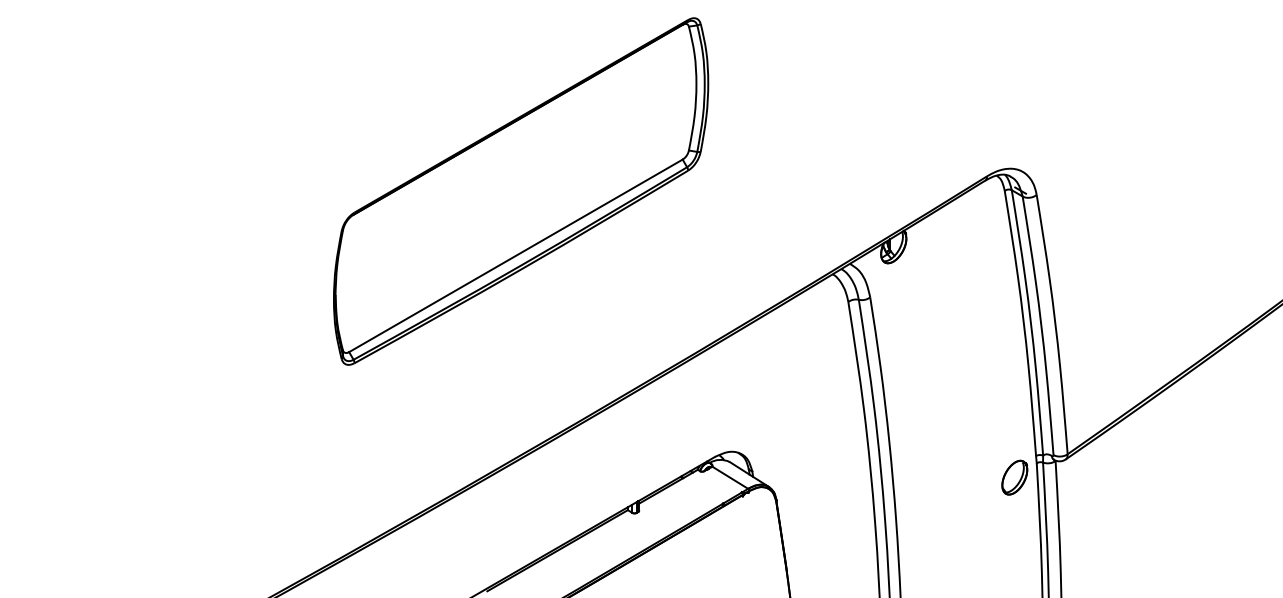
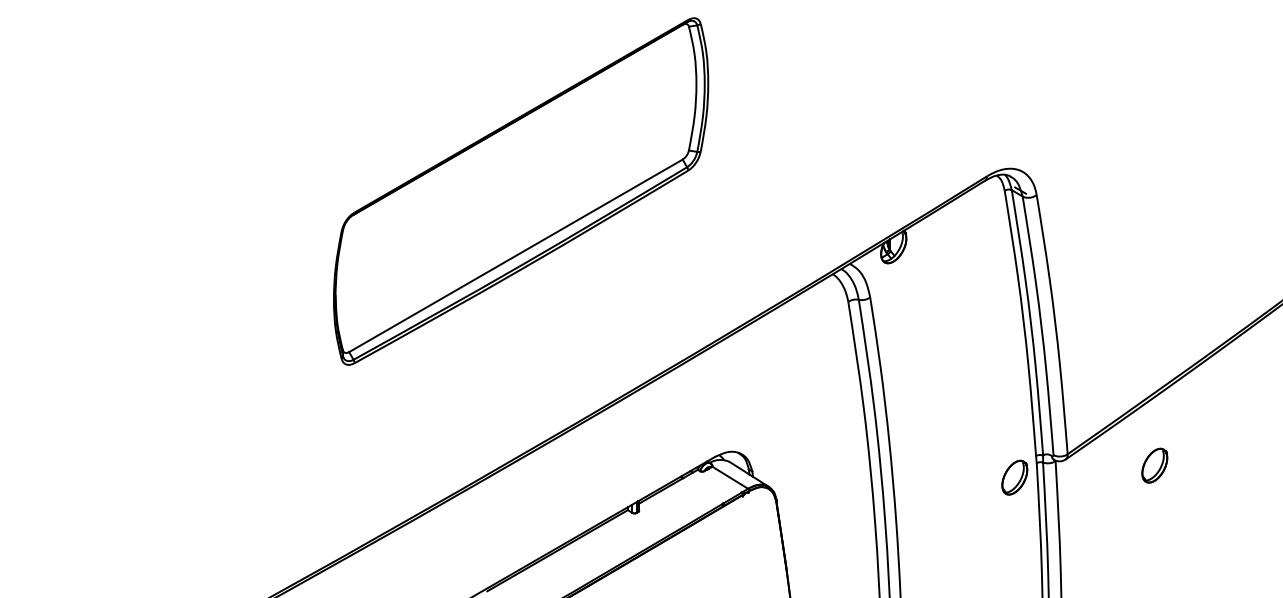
part at (1154, 465): none -> present
